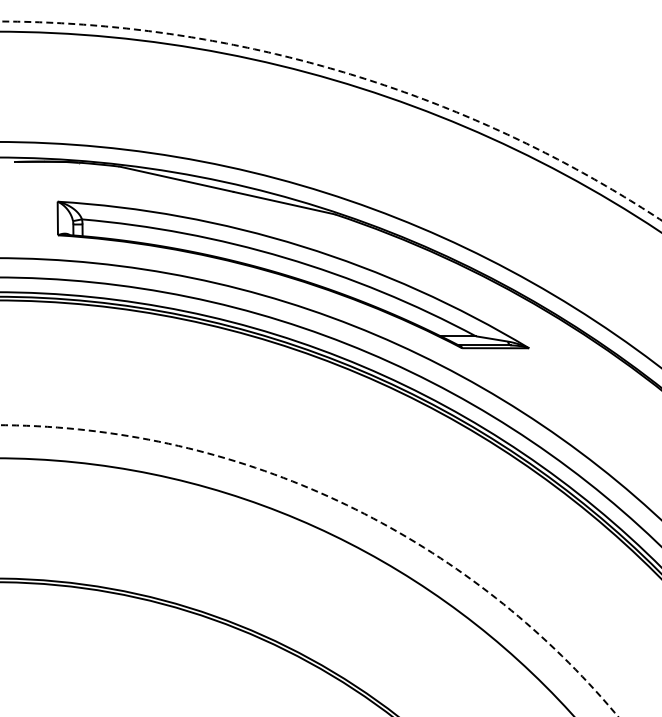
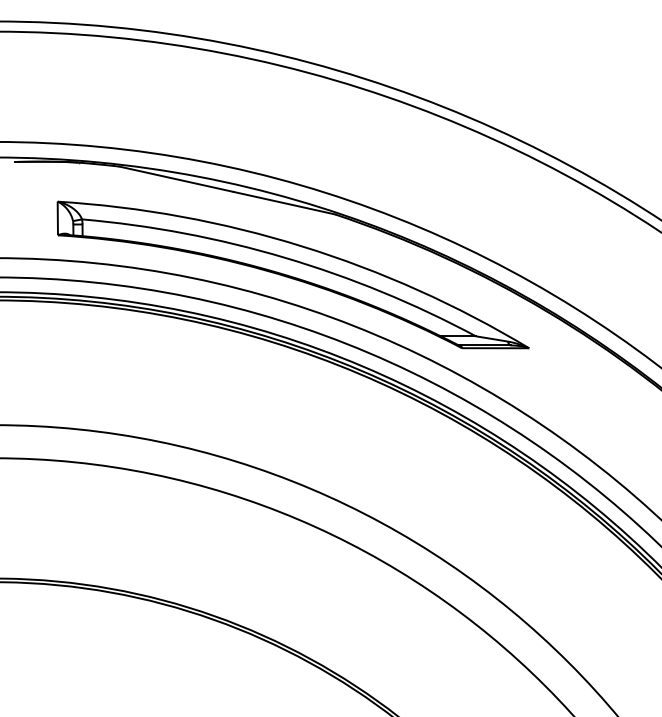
arc at (345, 72): dashed -> solid
circle at (308, 570): dashed -> solid
